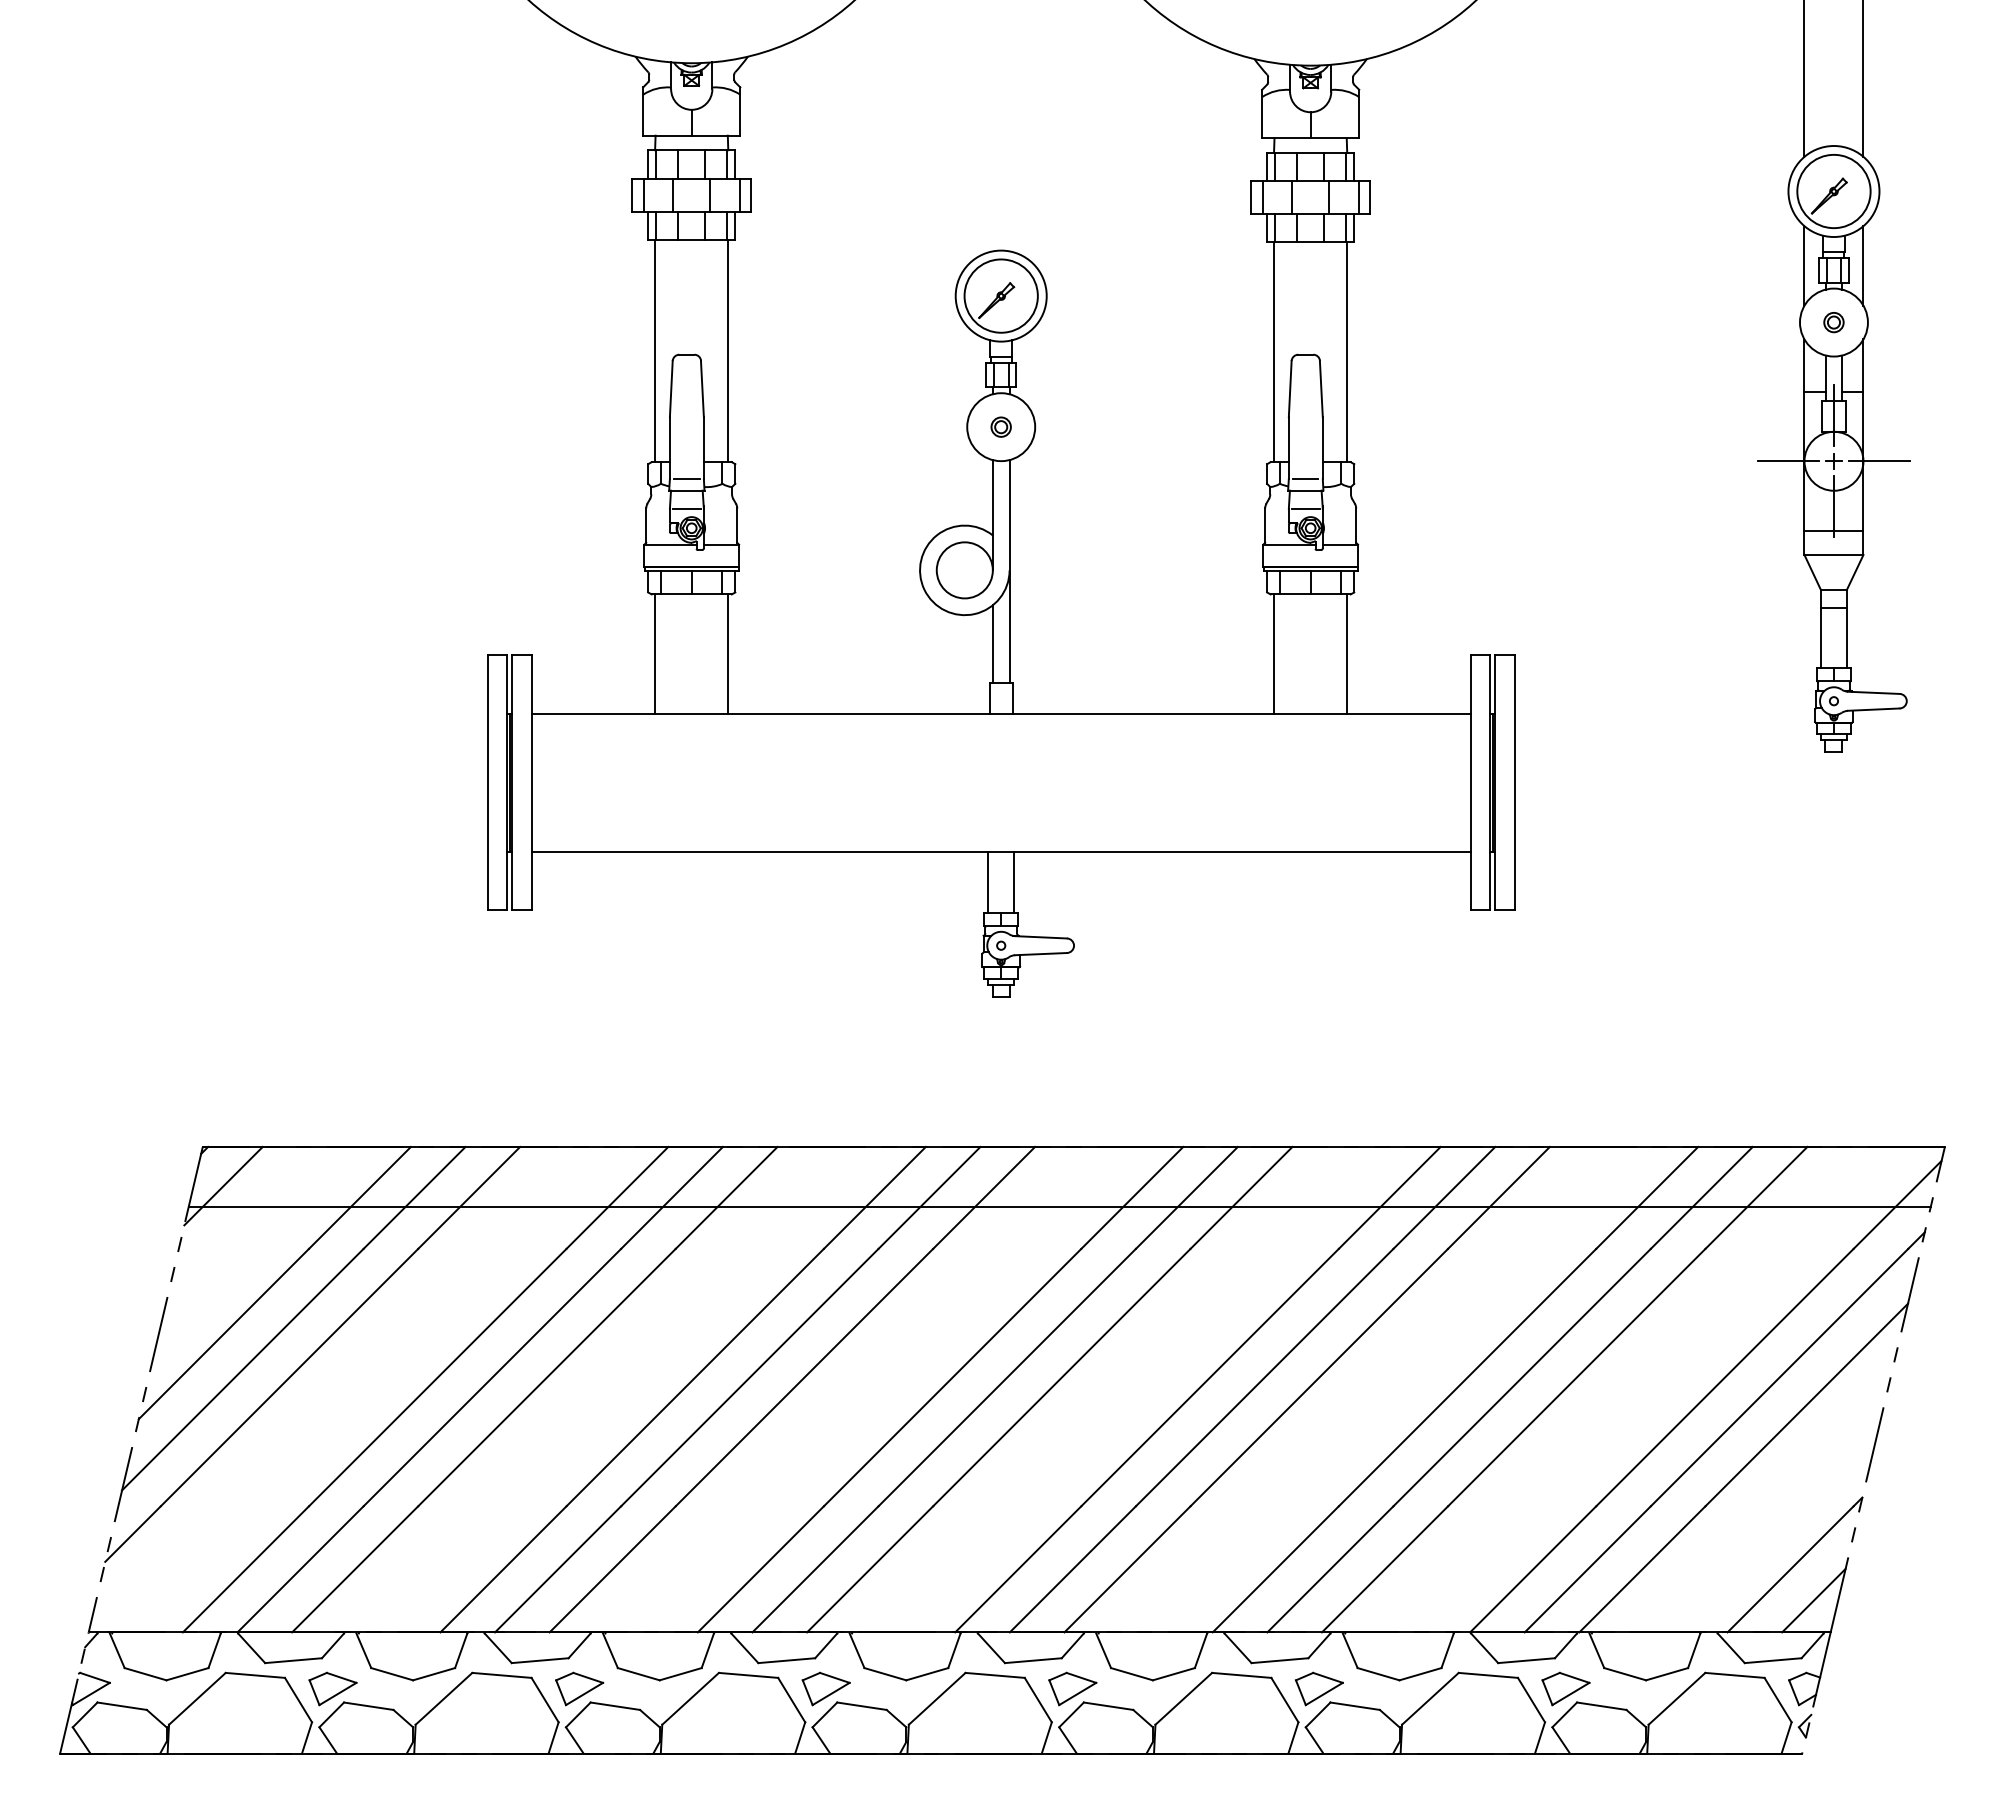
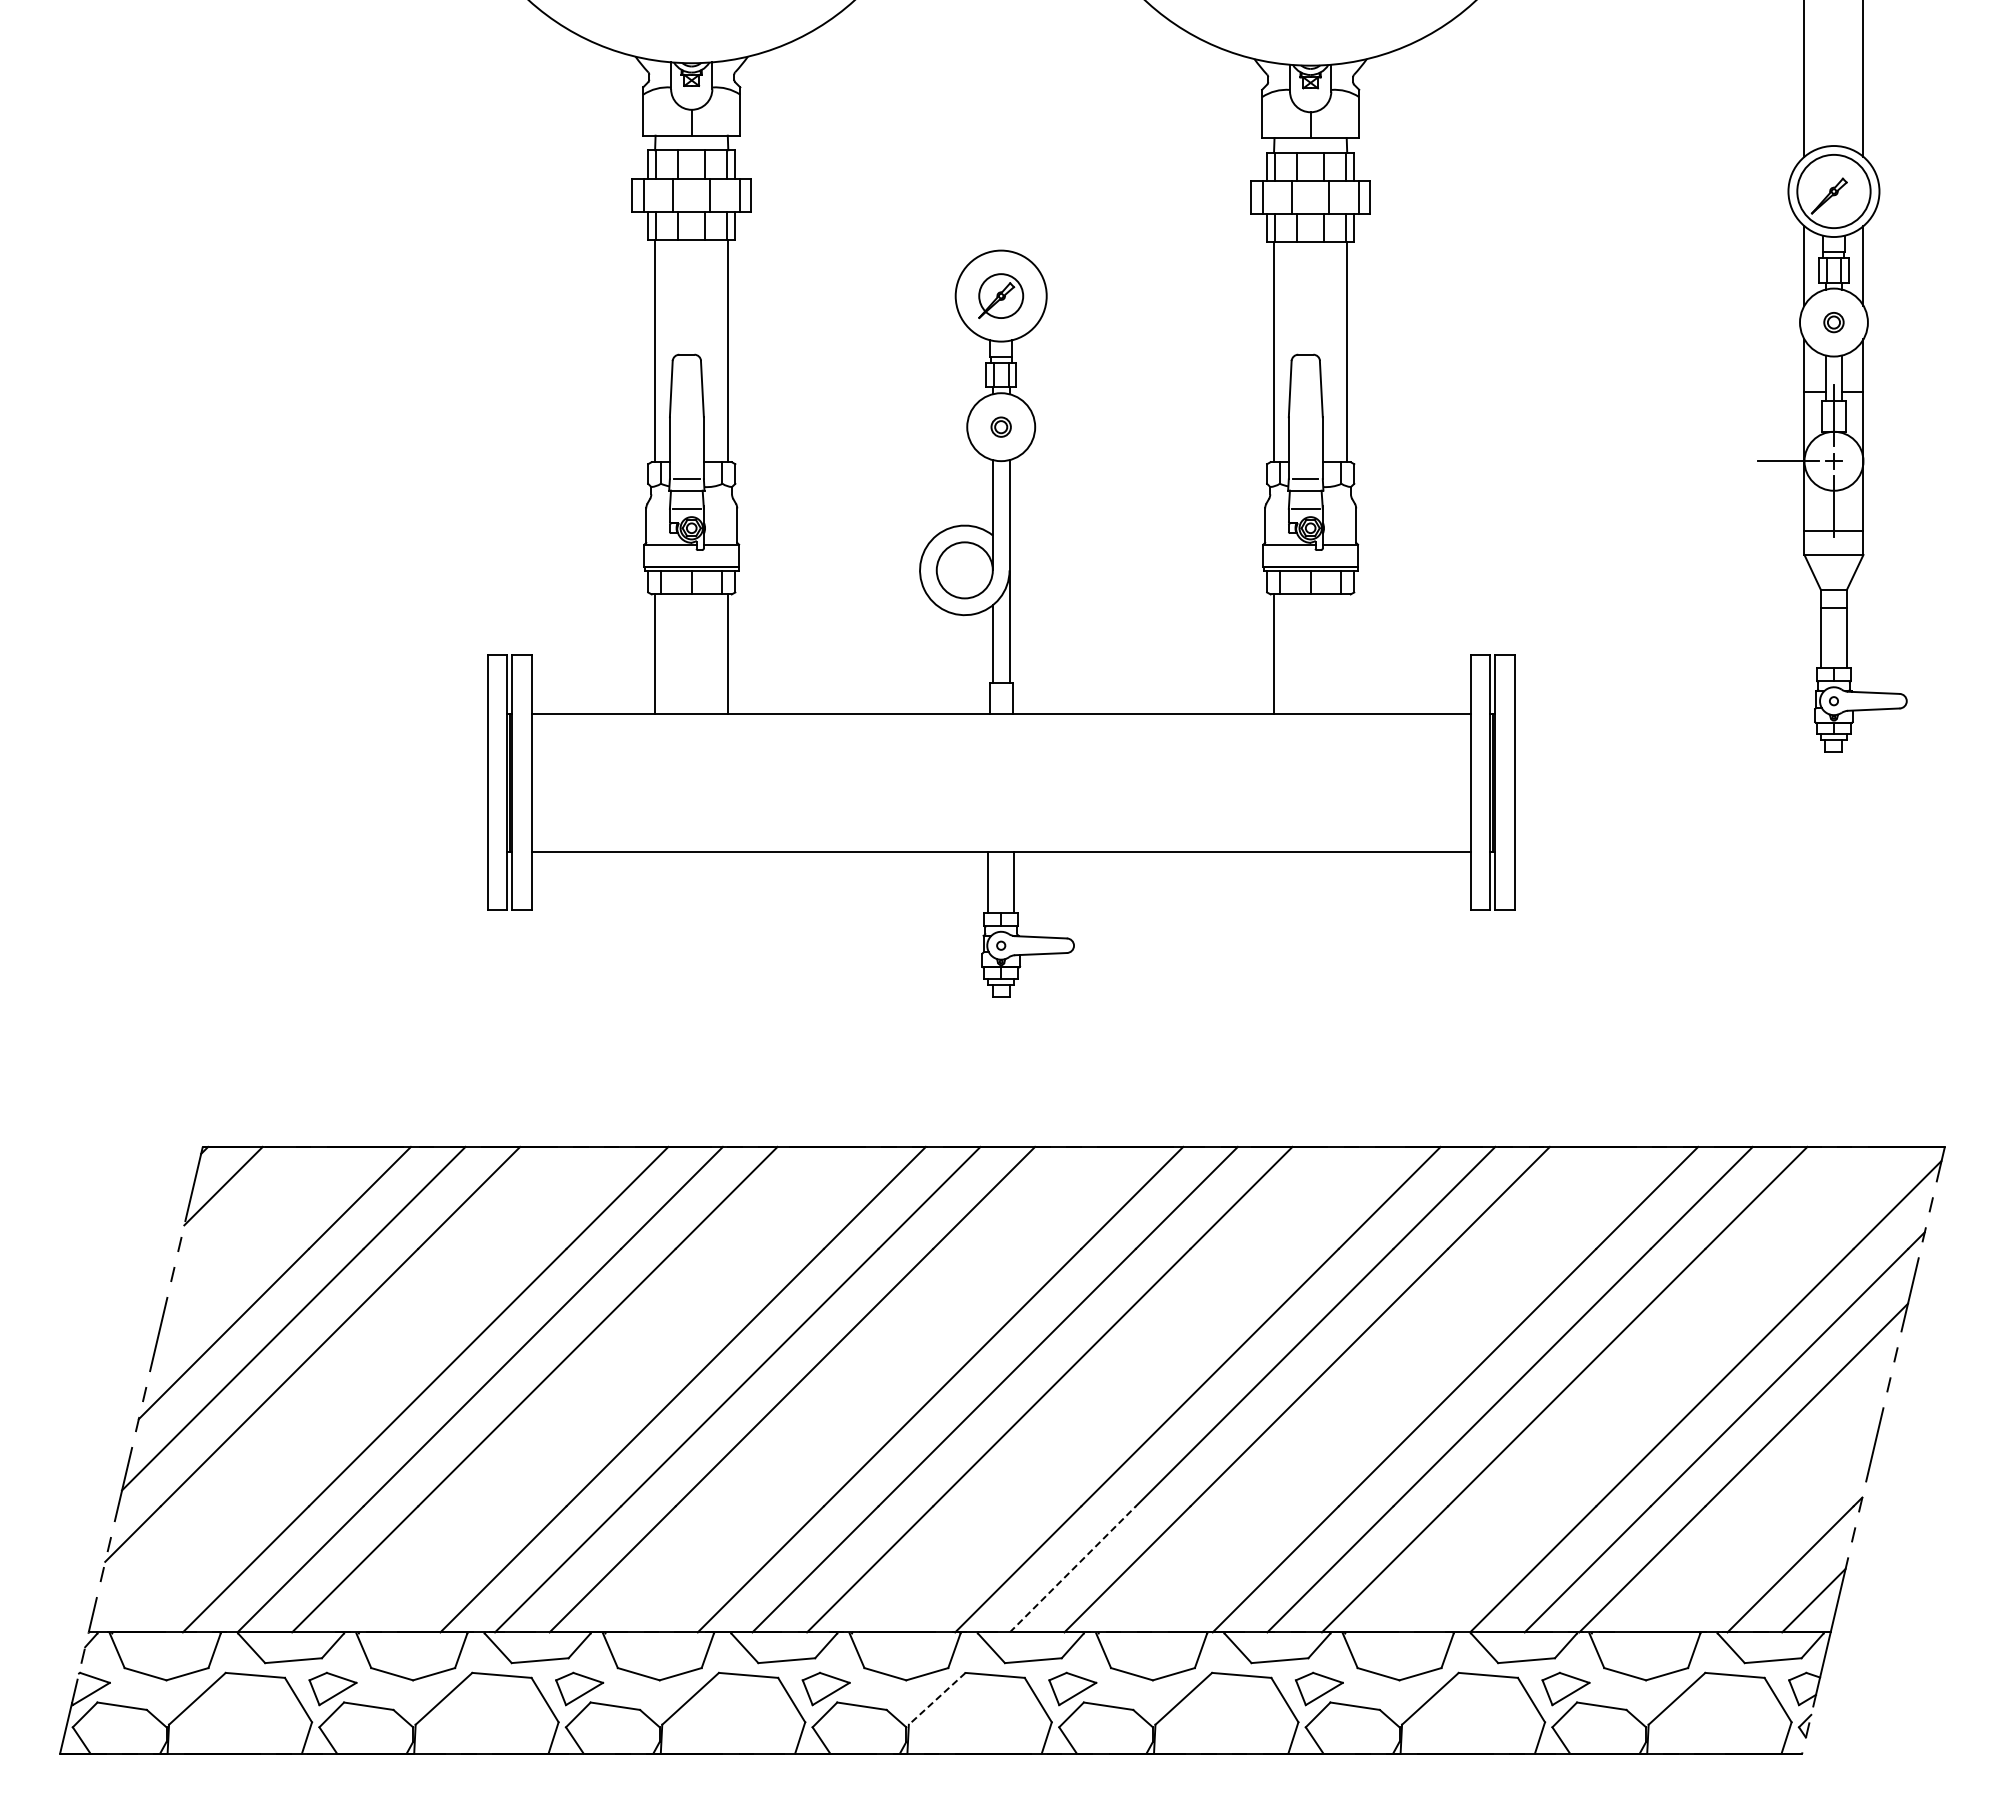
circle at (1000, 295) diameter: 73 px -> 44 px
line at (1879, 461): present -> none
line at (1347, 653): present -> none
line at (1059, 1207): present -> none
line at (1073, 1568): solid -> dashed
line at (936, 1699): solid -> dashed
